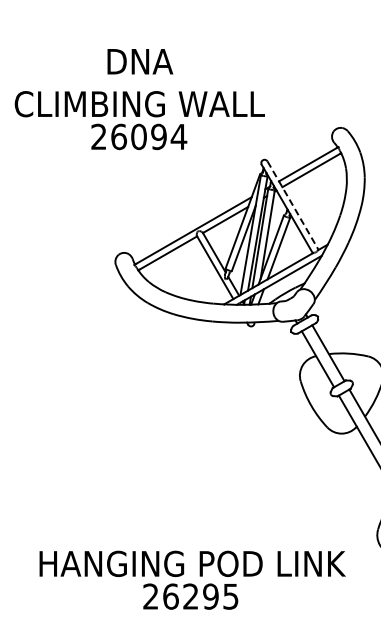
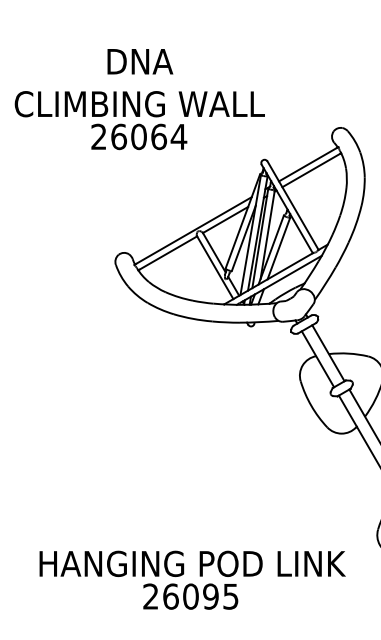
text at (159, 136): 26094 -> 26064
line at (293, 206): dashed -> solid
text at (190, 596): 26295 -> 26095
